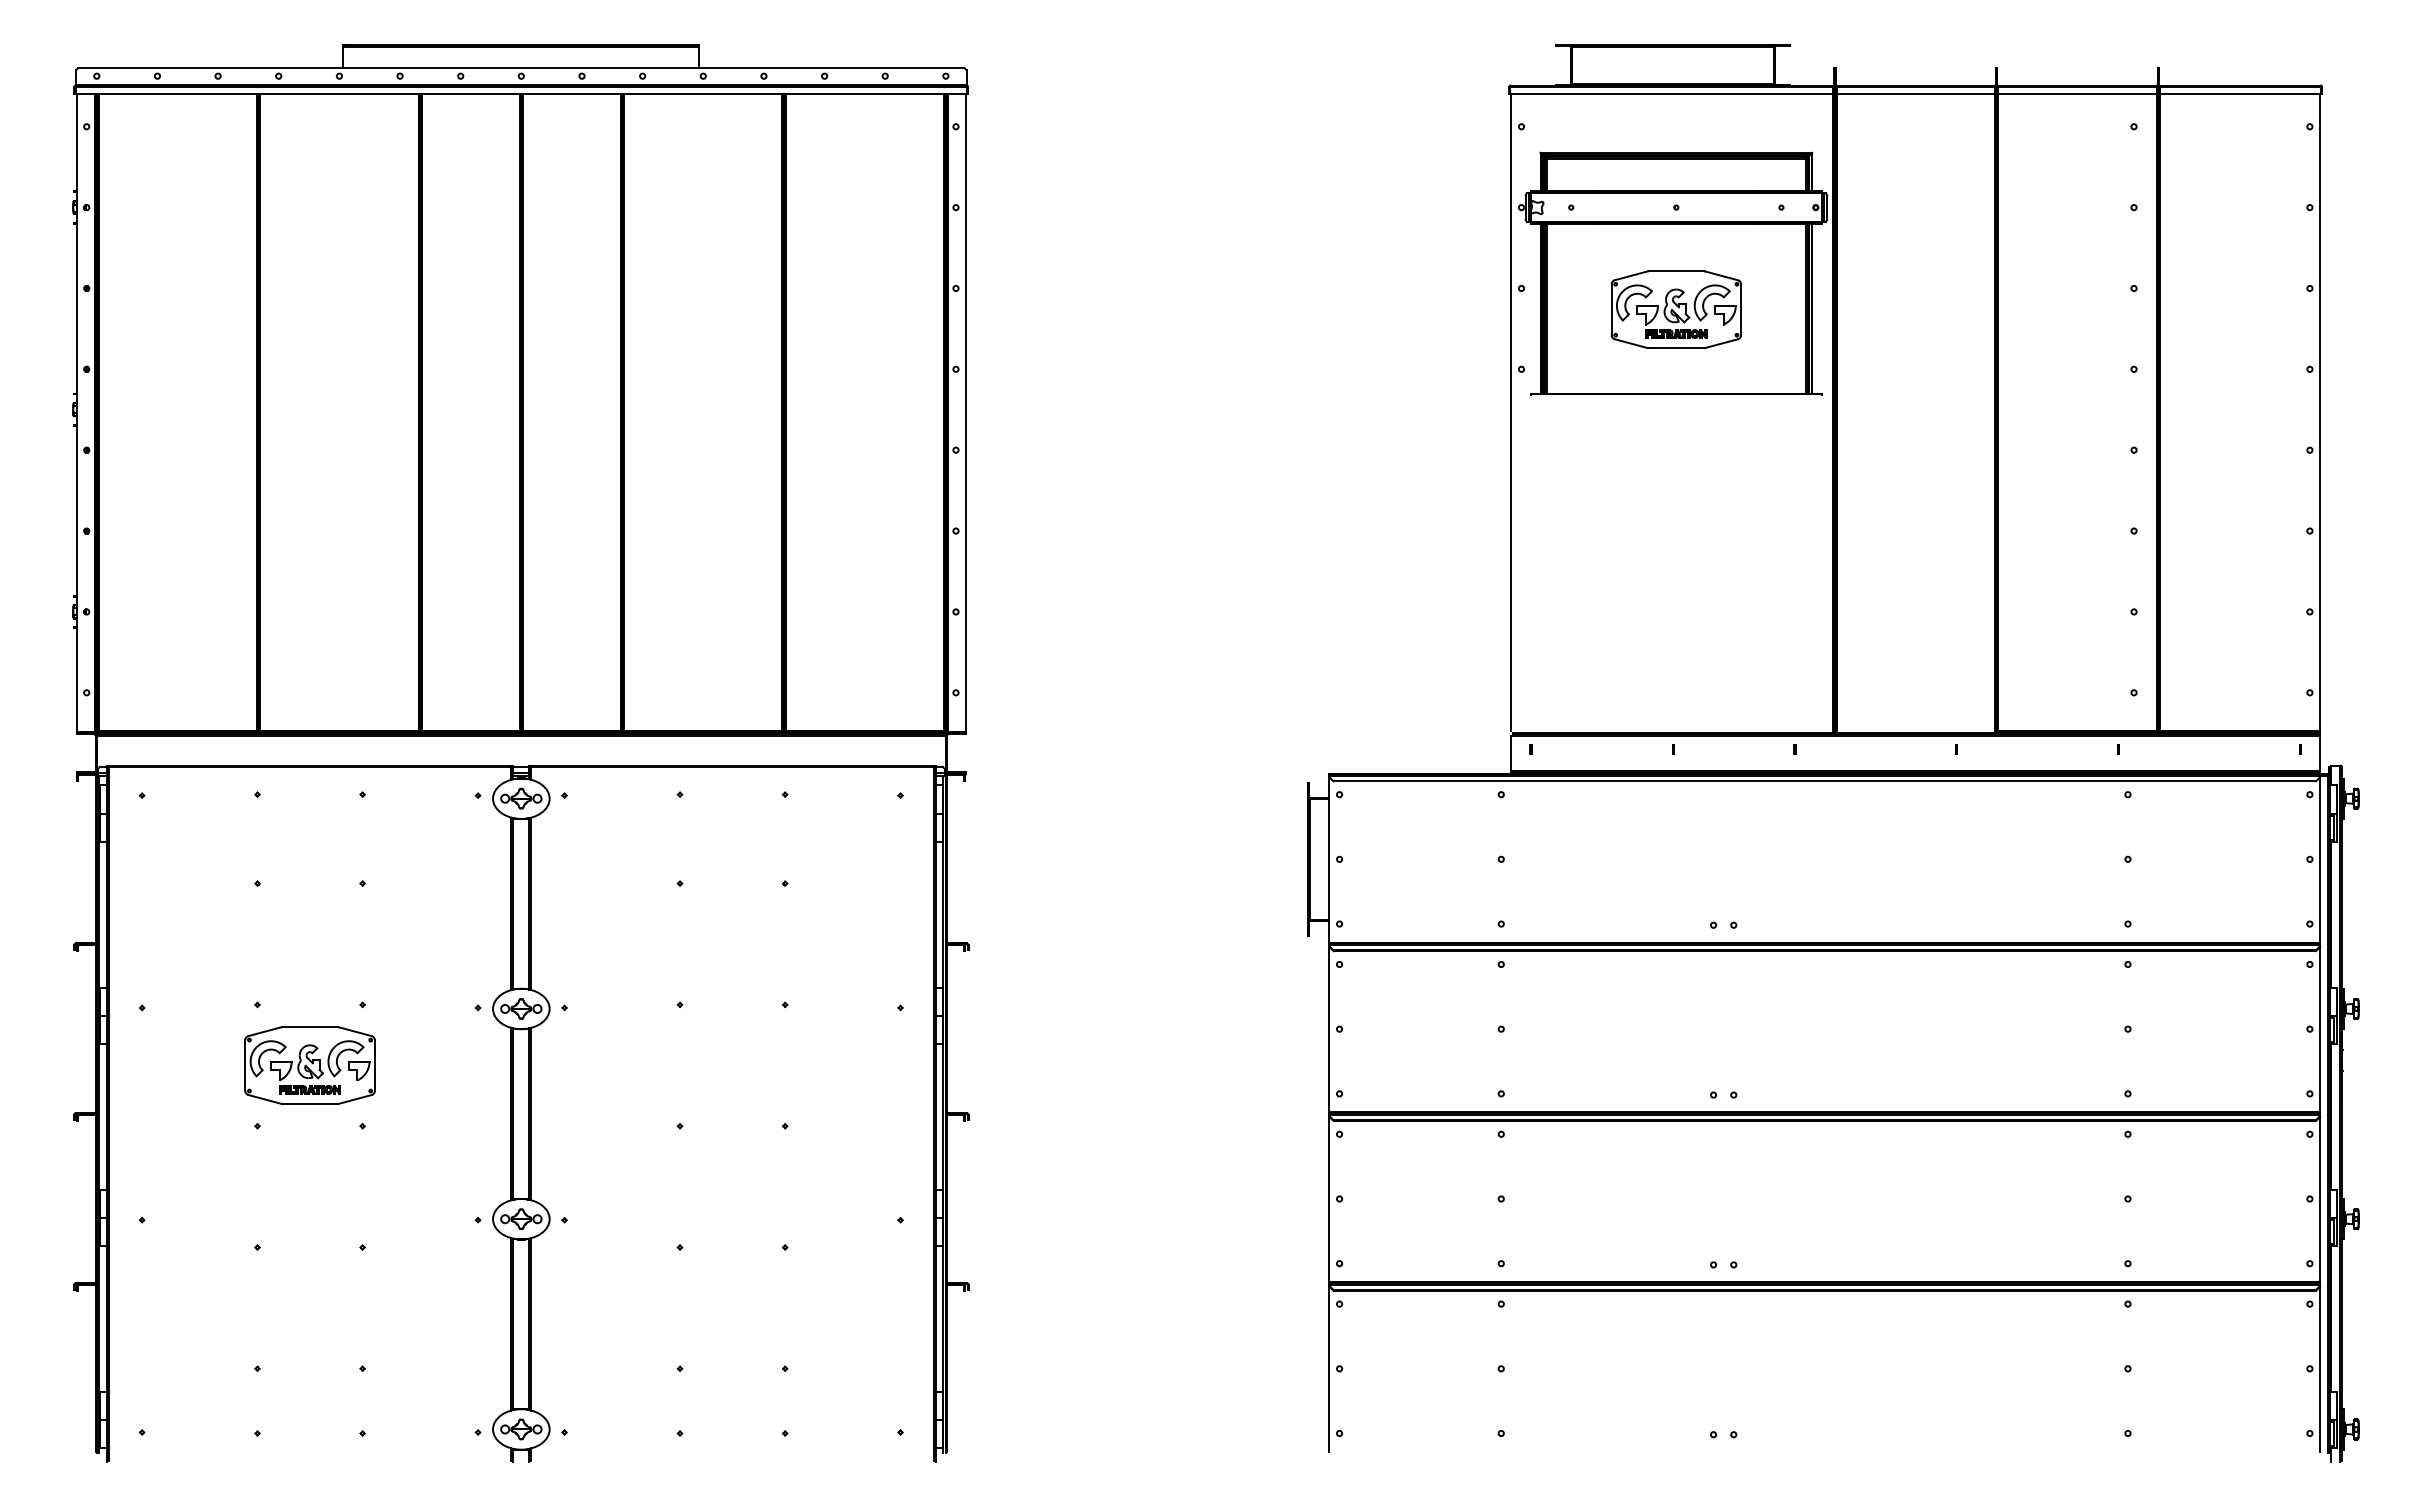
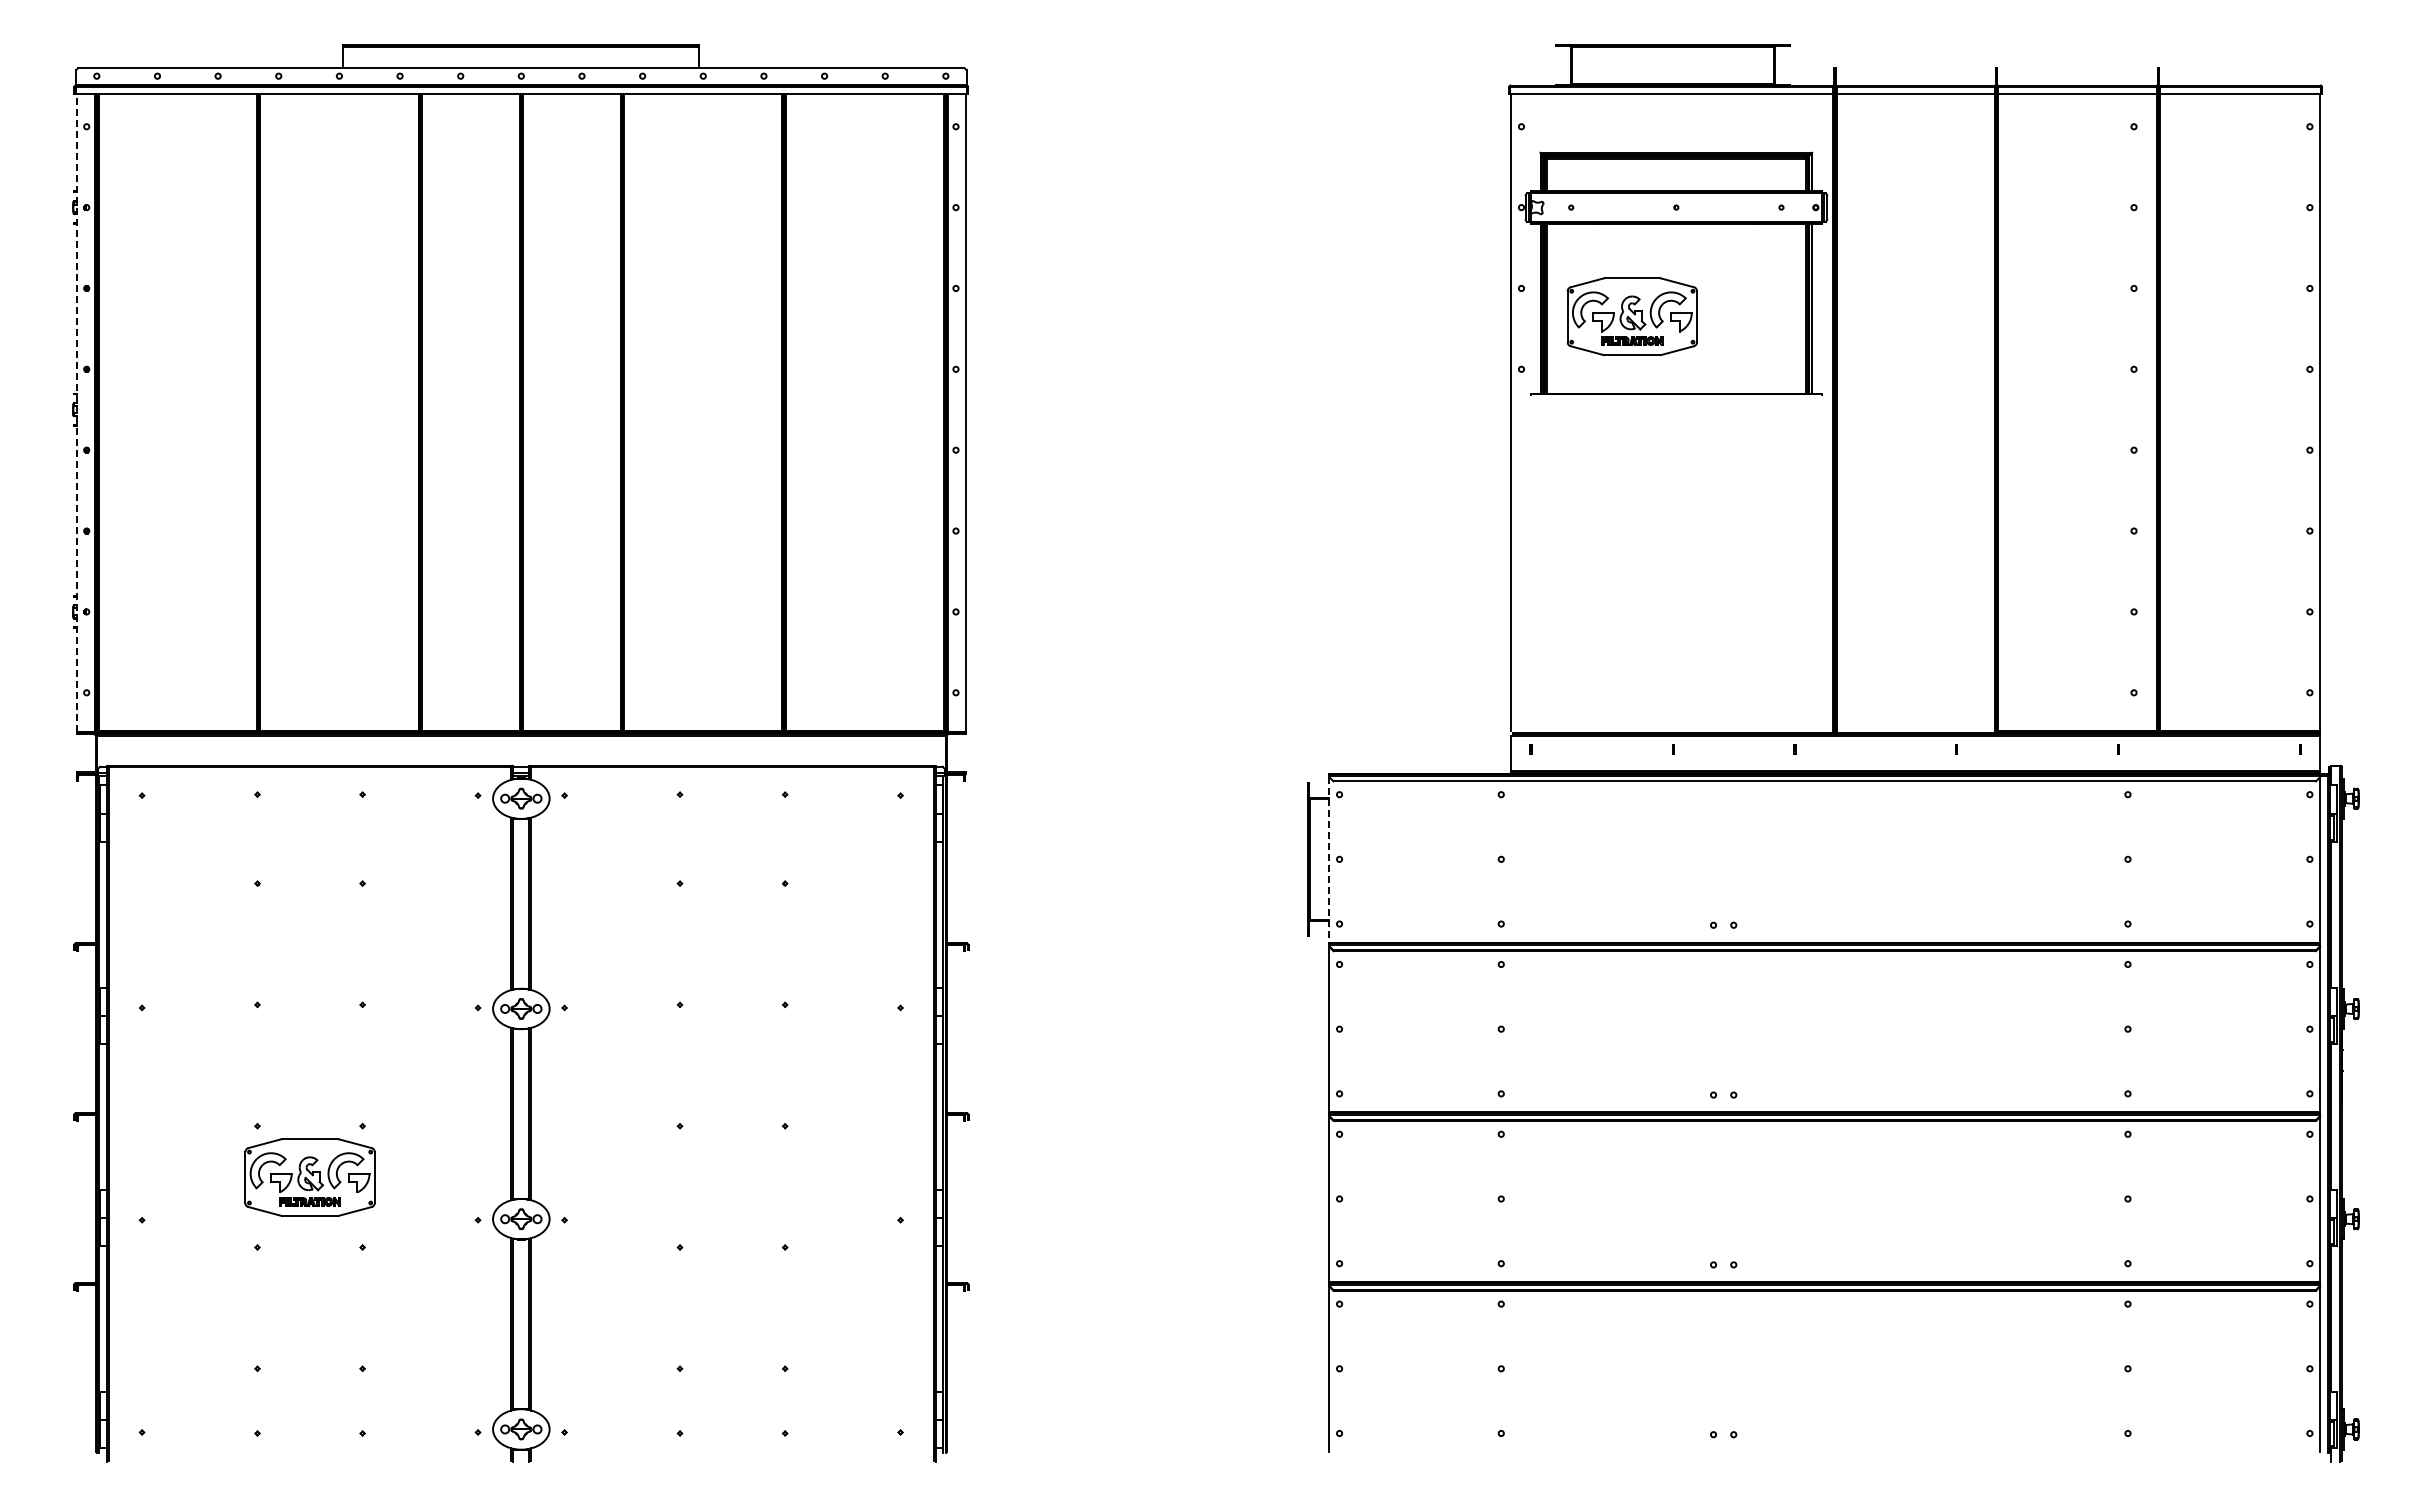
part at (1675, 309) position: (1675, 309) -> (1631, 316)
line at (76, 412): solid -> dashed
line at (1329, 859): solid -> dashed
part at (309, 1065) position: (309, 1065) -> (309, 1177)
